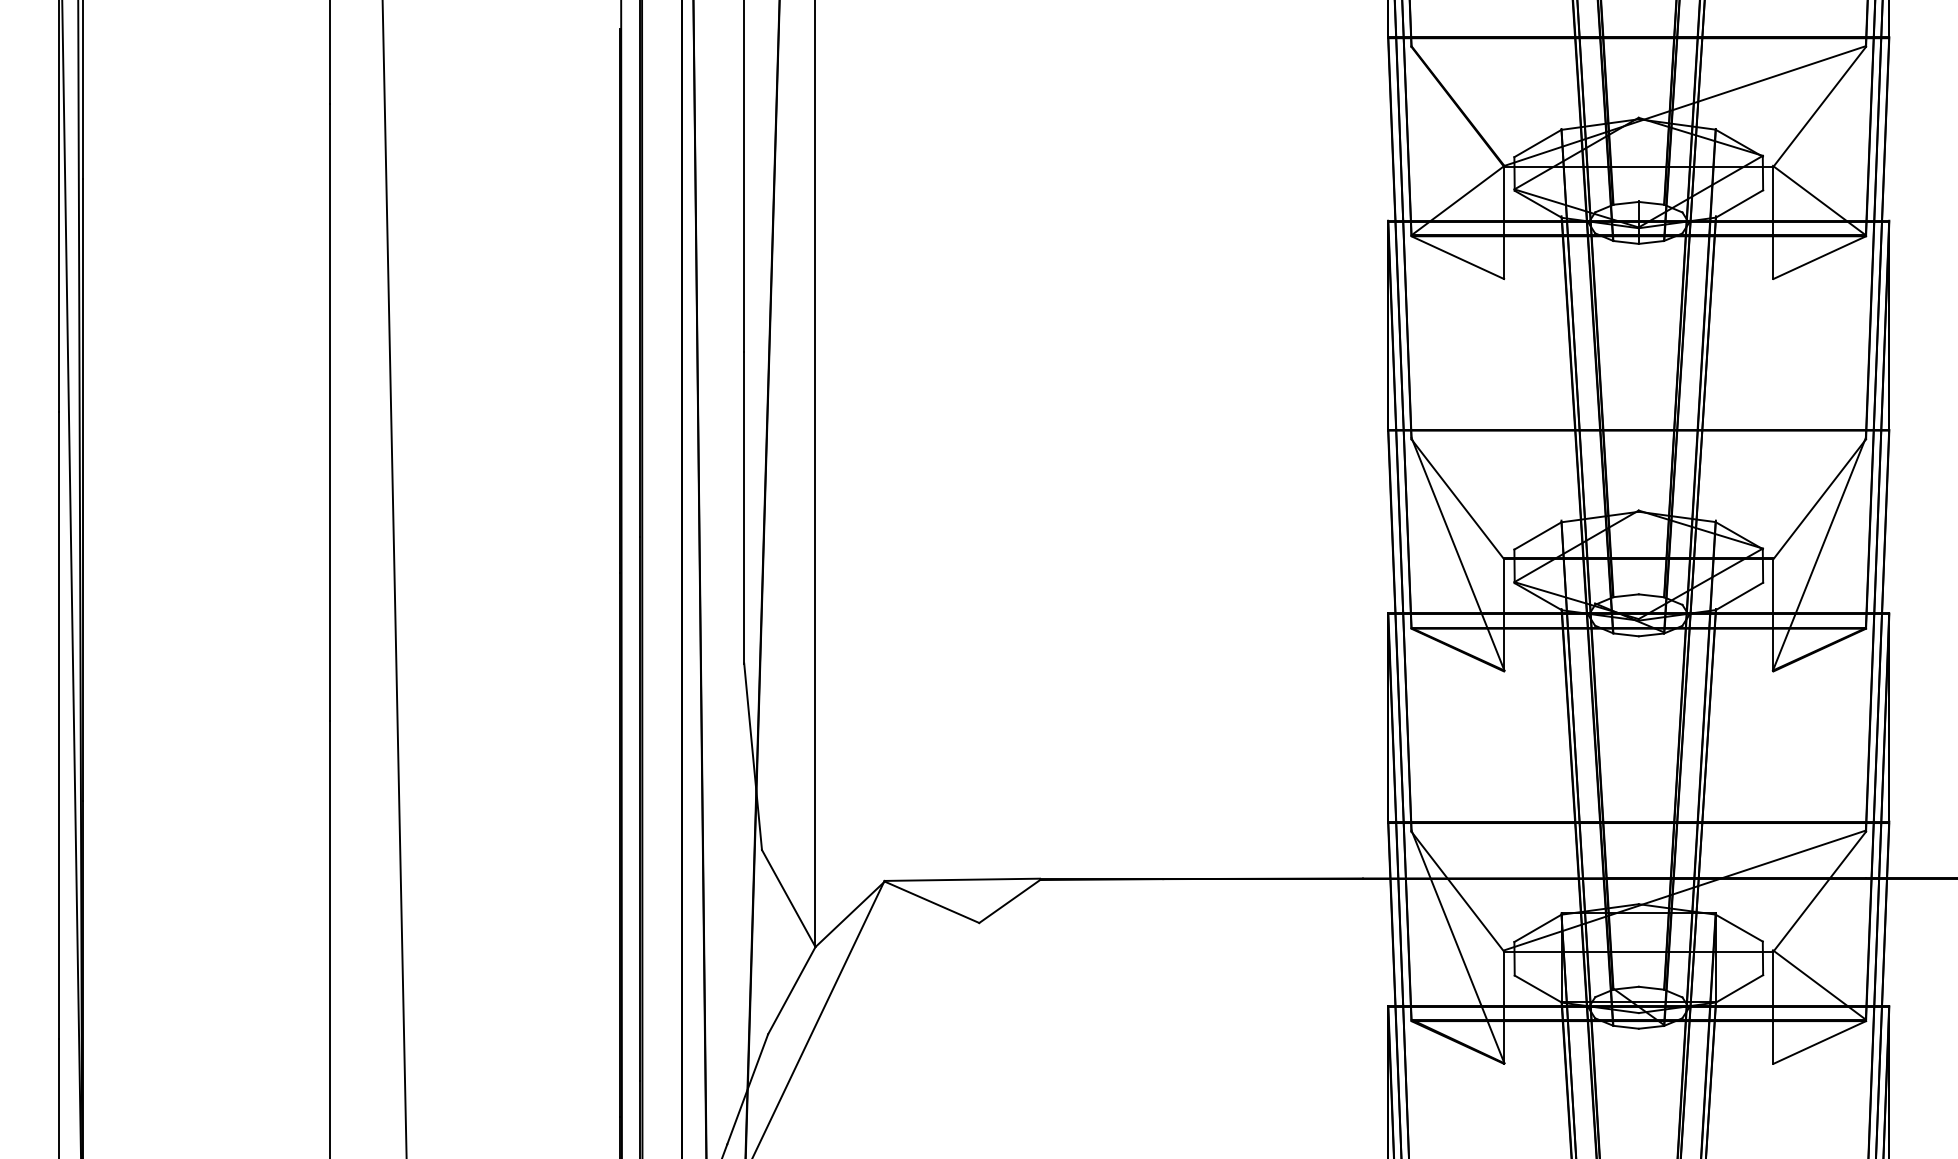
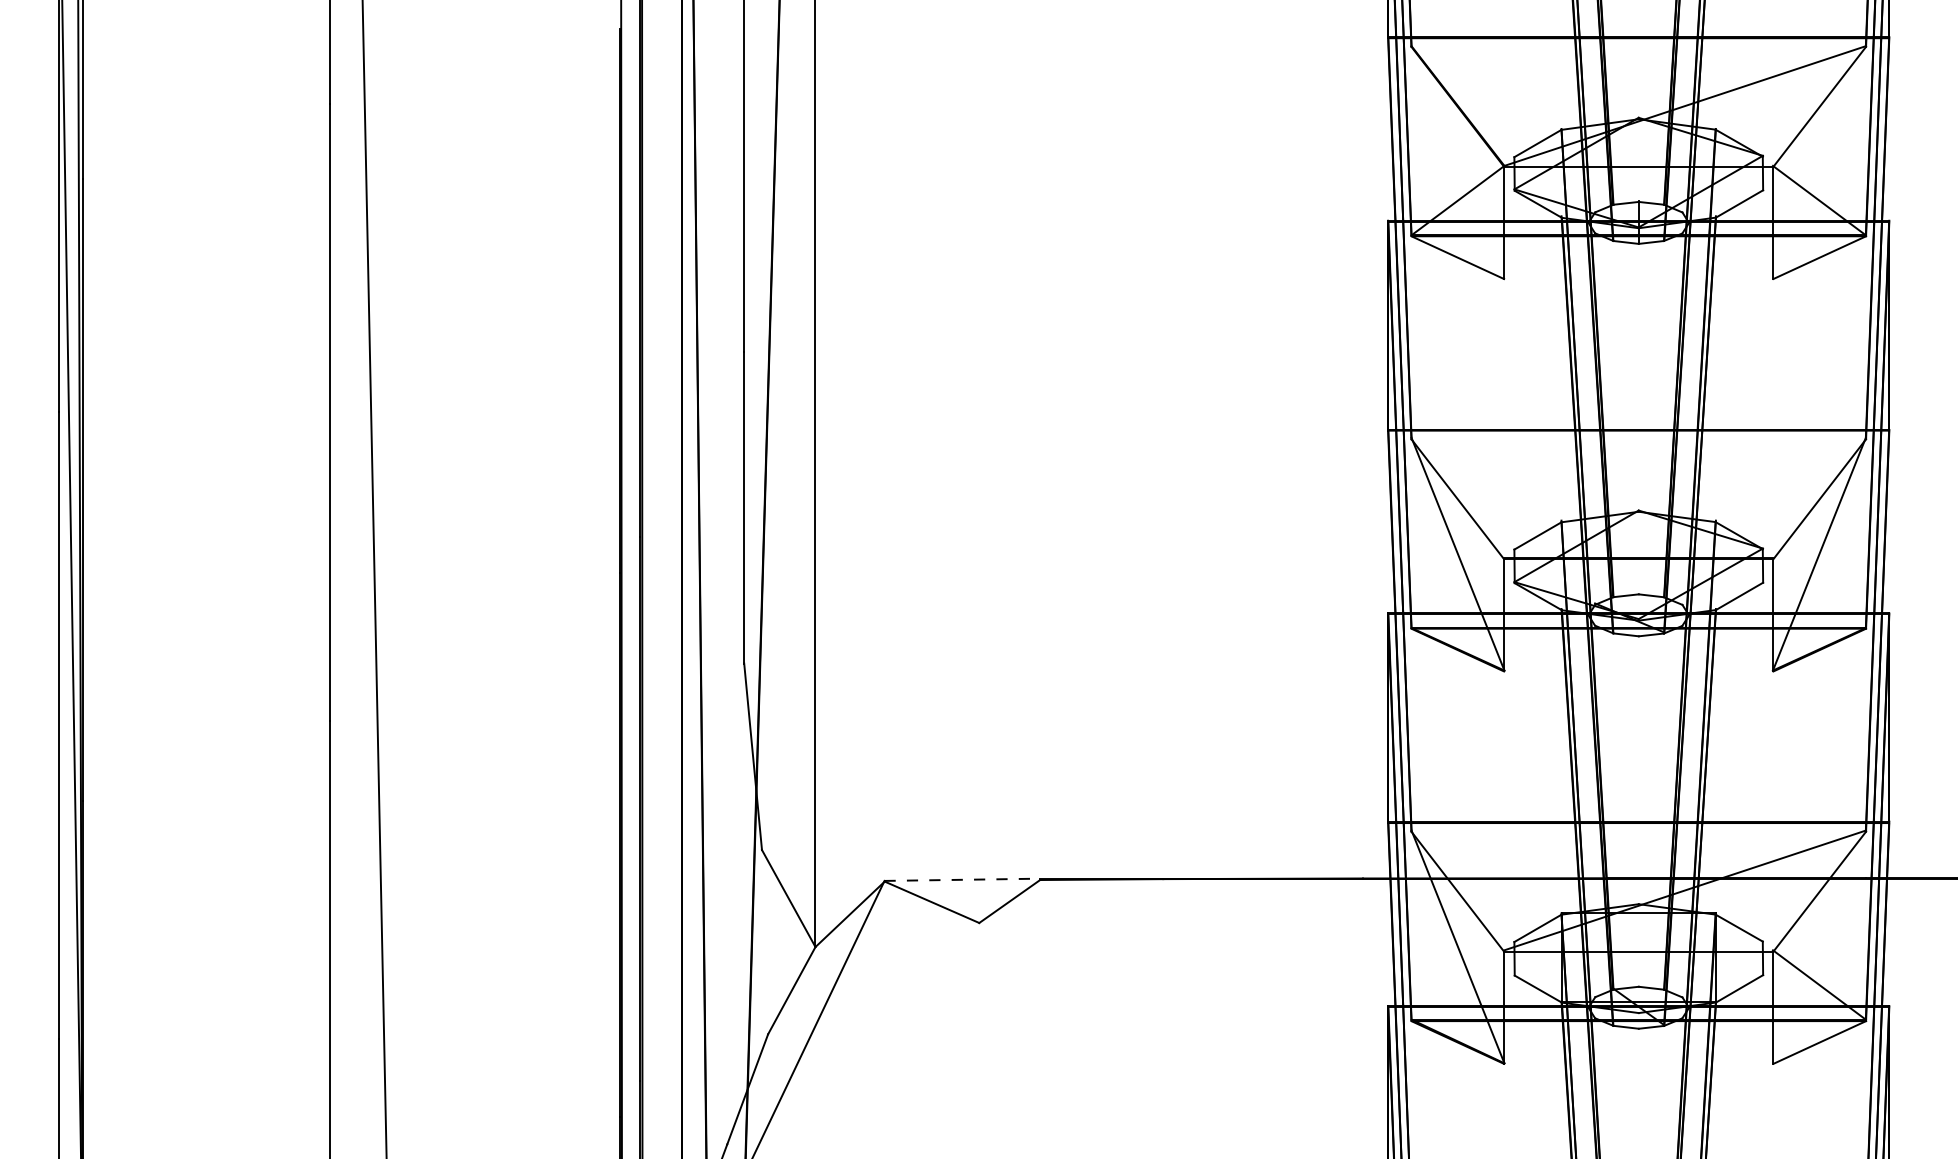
line at (394, 578) position: (394, 578) -> (374, 578)
line at (962, 879): solid -> dashed
